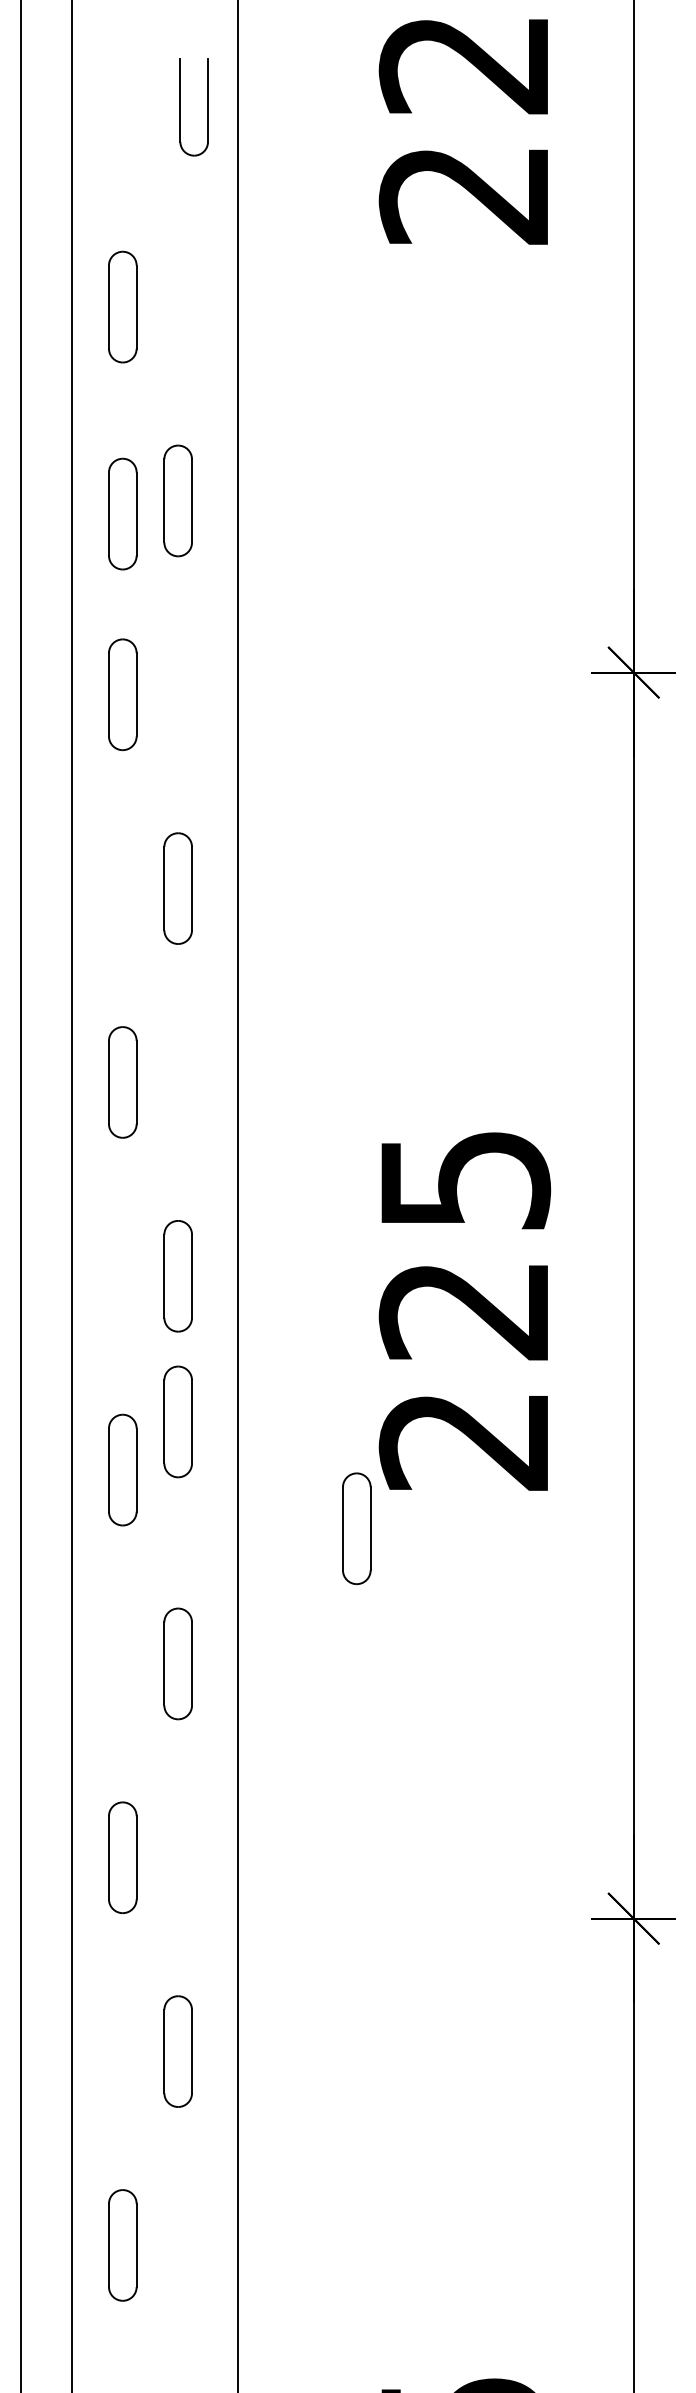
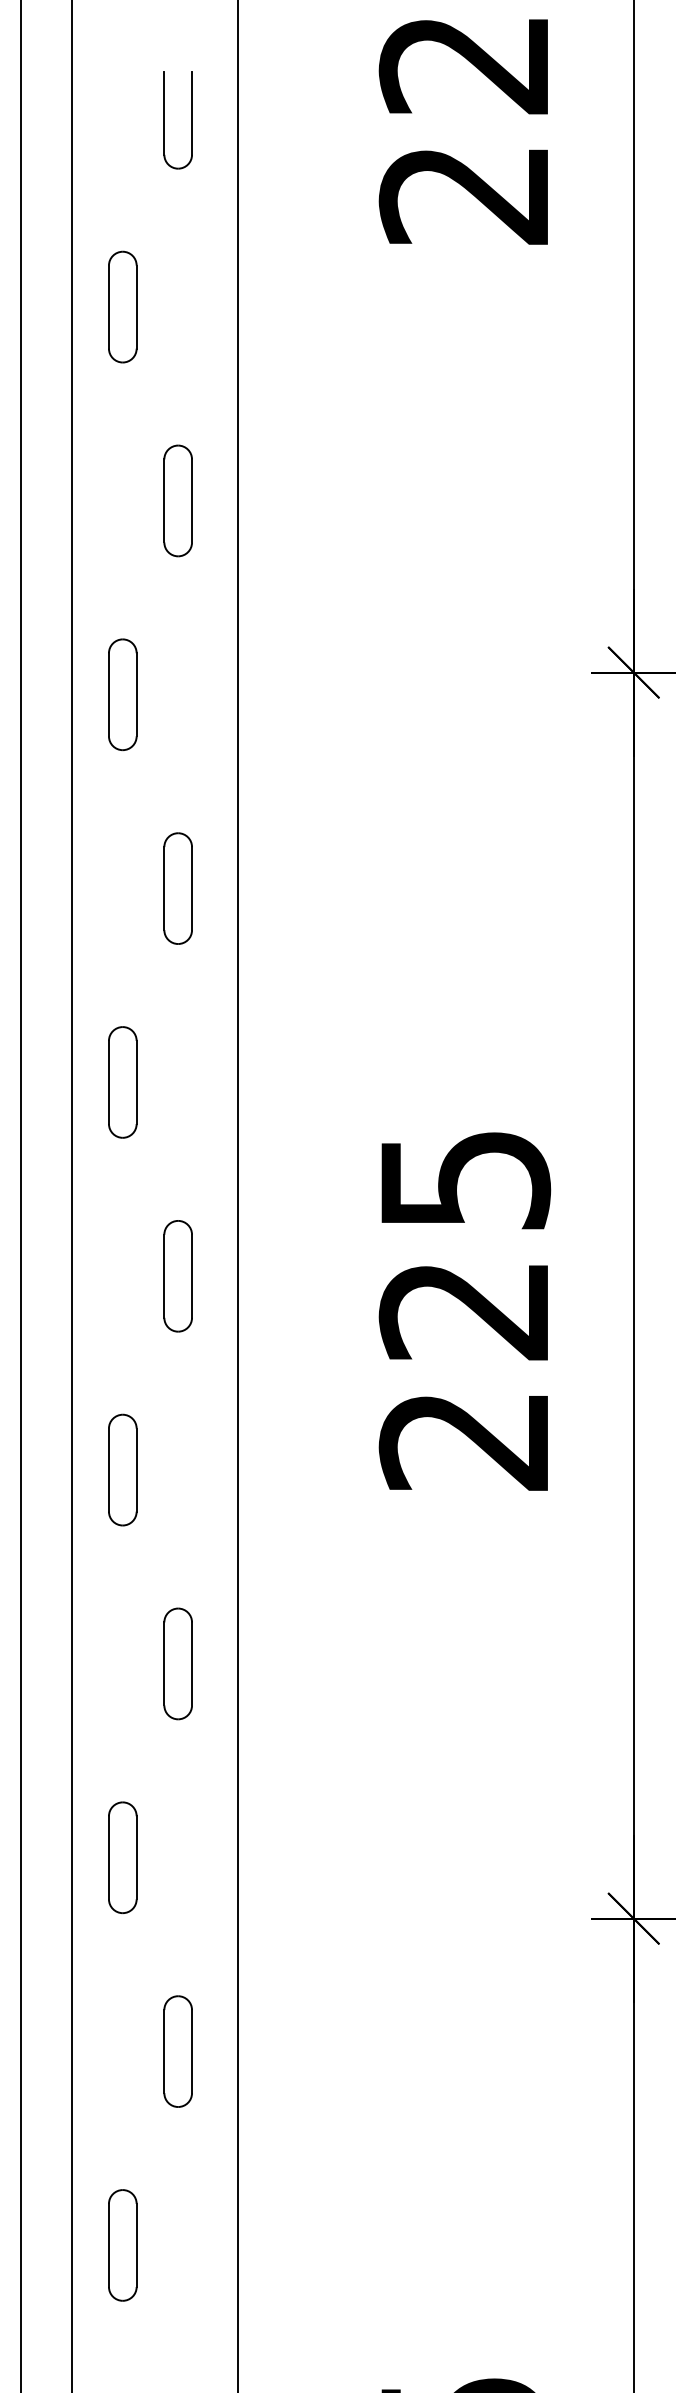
part at (180, 107) position: (180, 107) -> (164, 120)
part at (122, 513): present -> none
part at (177, 1421): present -> none
part at (356, 1528): present -> none
